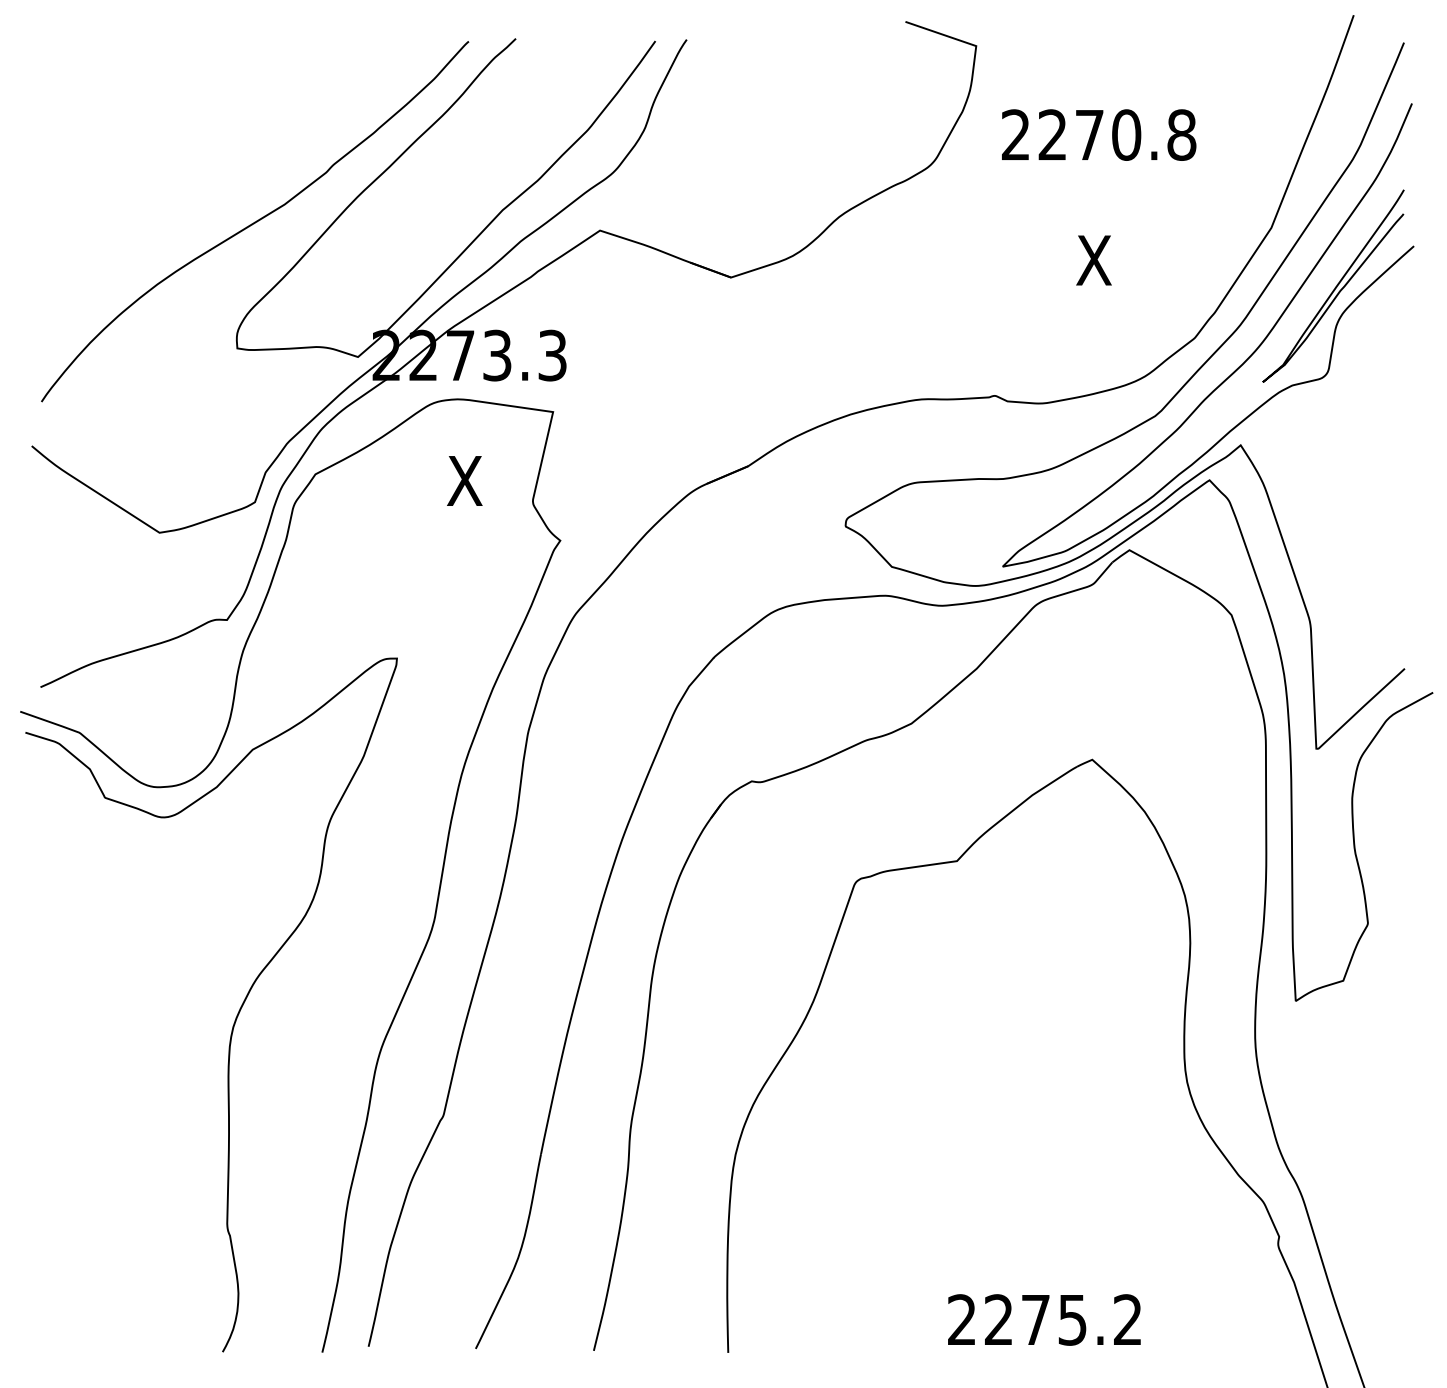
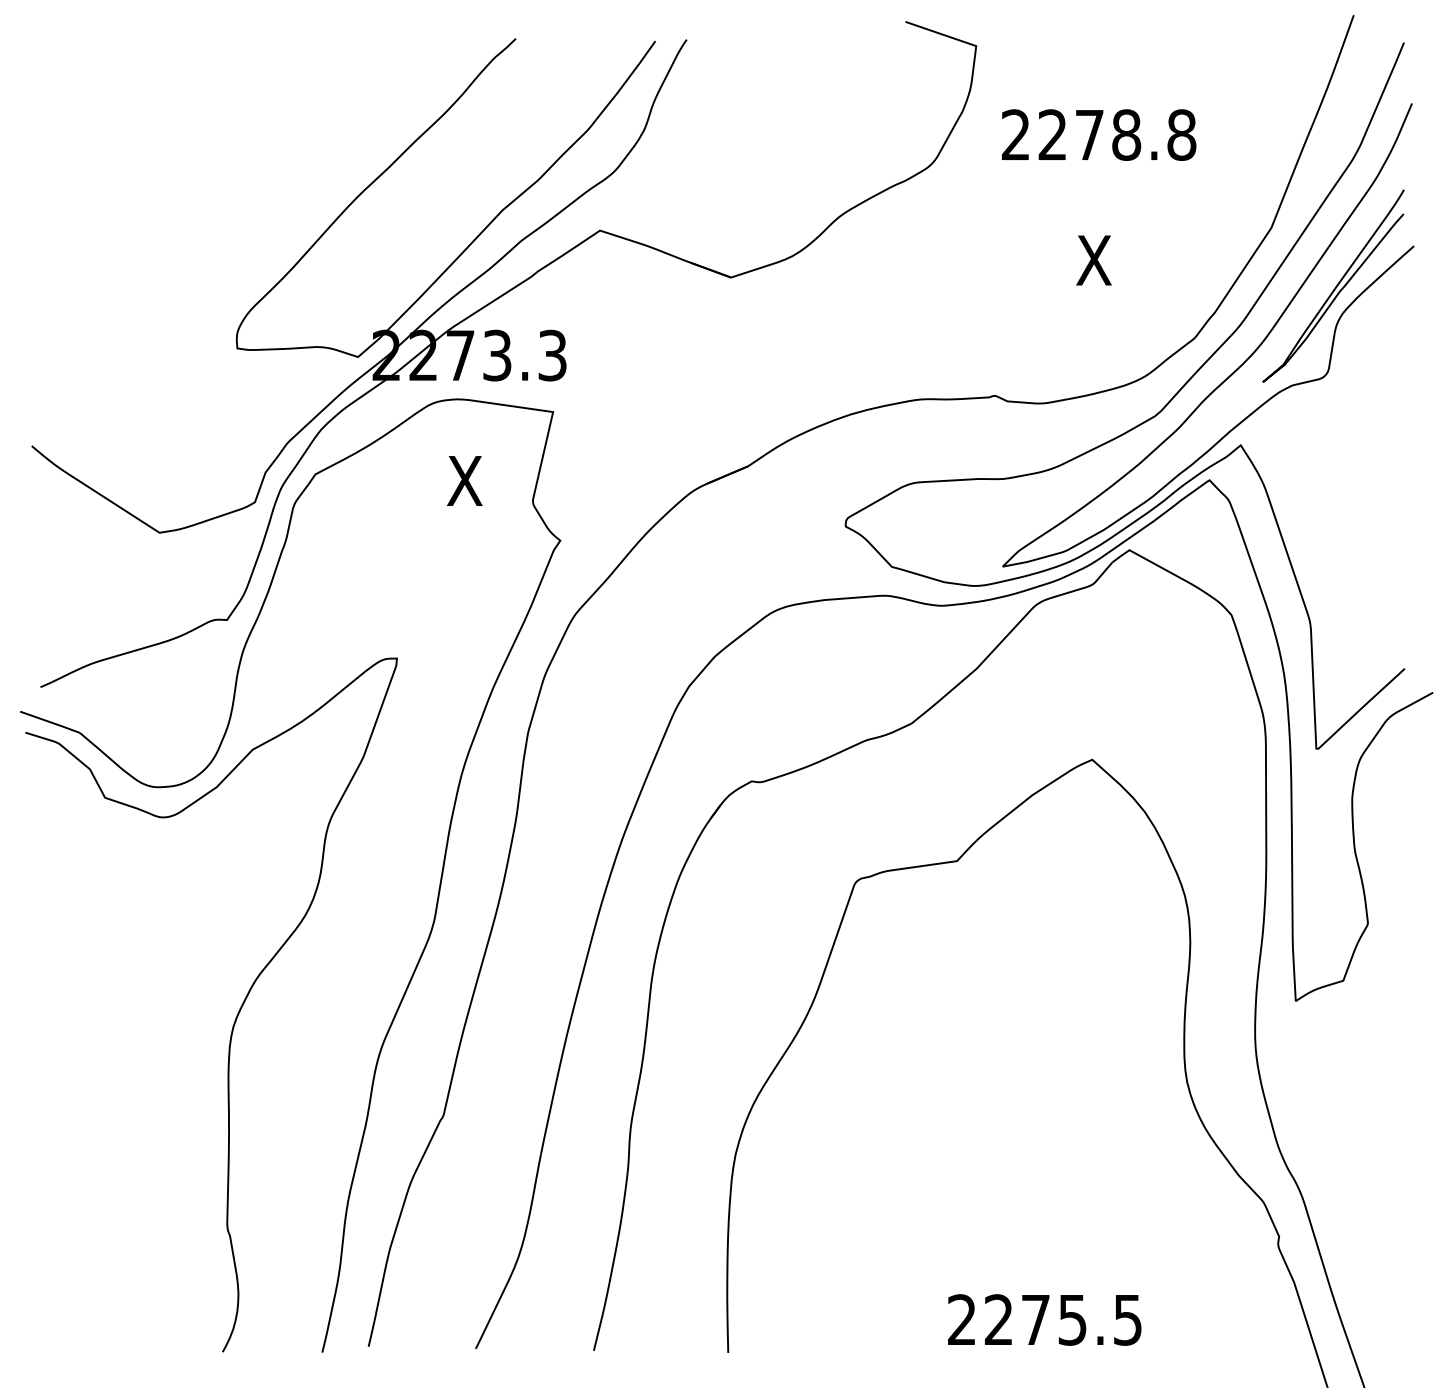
text at (1126, 134): 2270.8 -> 2278.8
curve at (255, 221): present -> none
text at (1127, 1319): 2275.2 -> 2275.5
